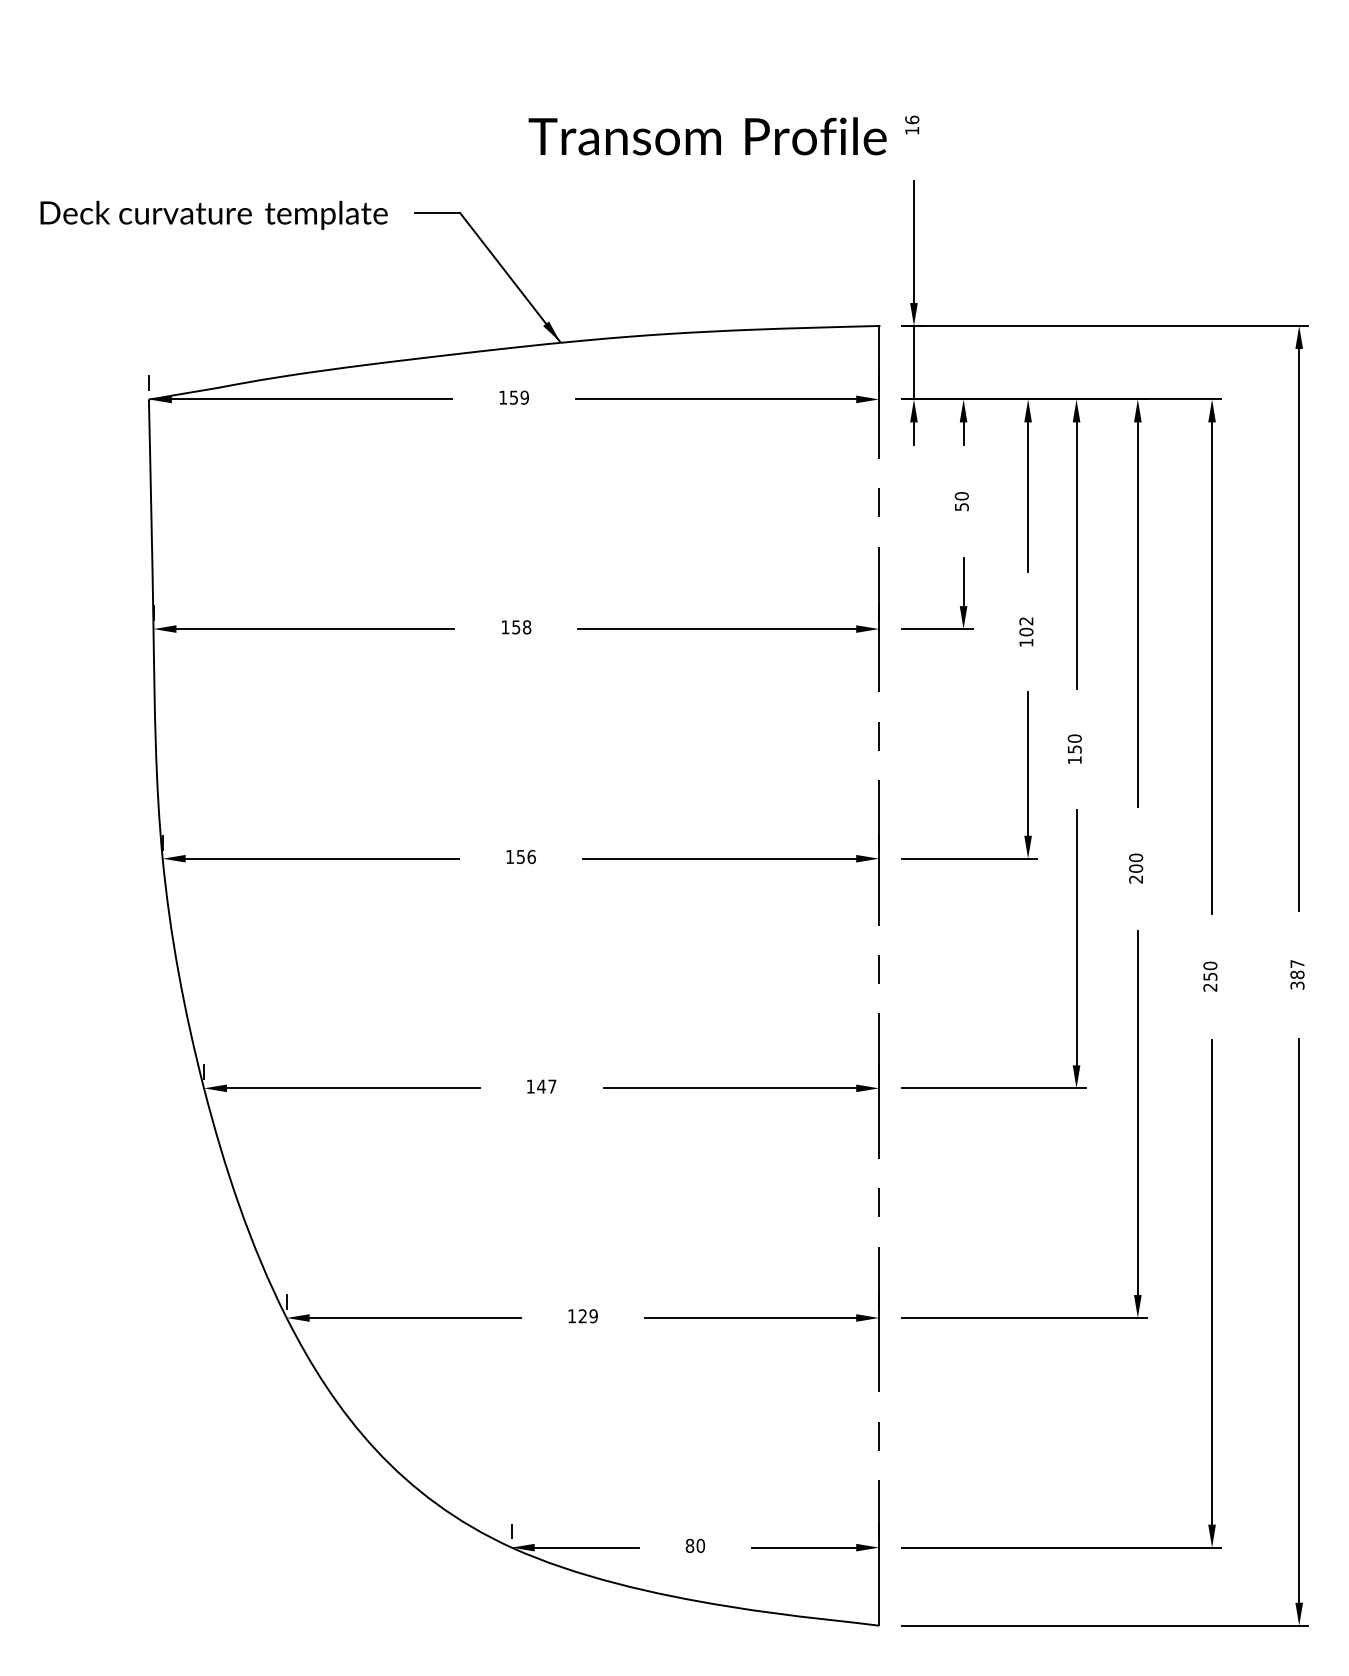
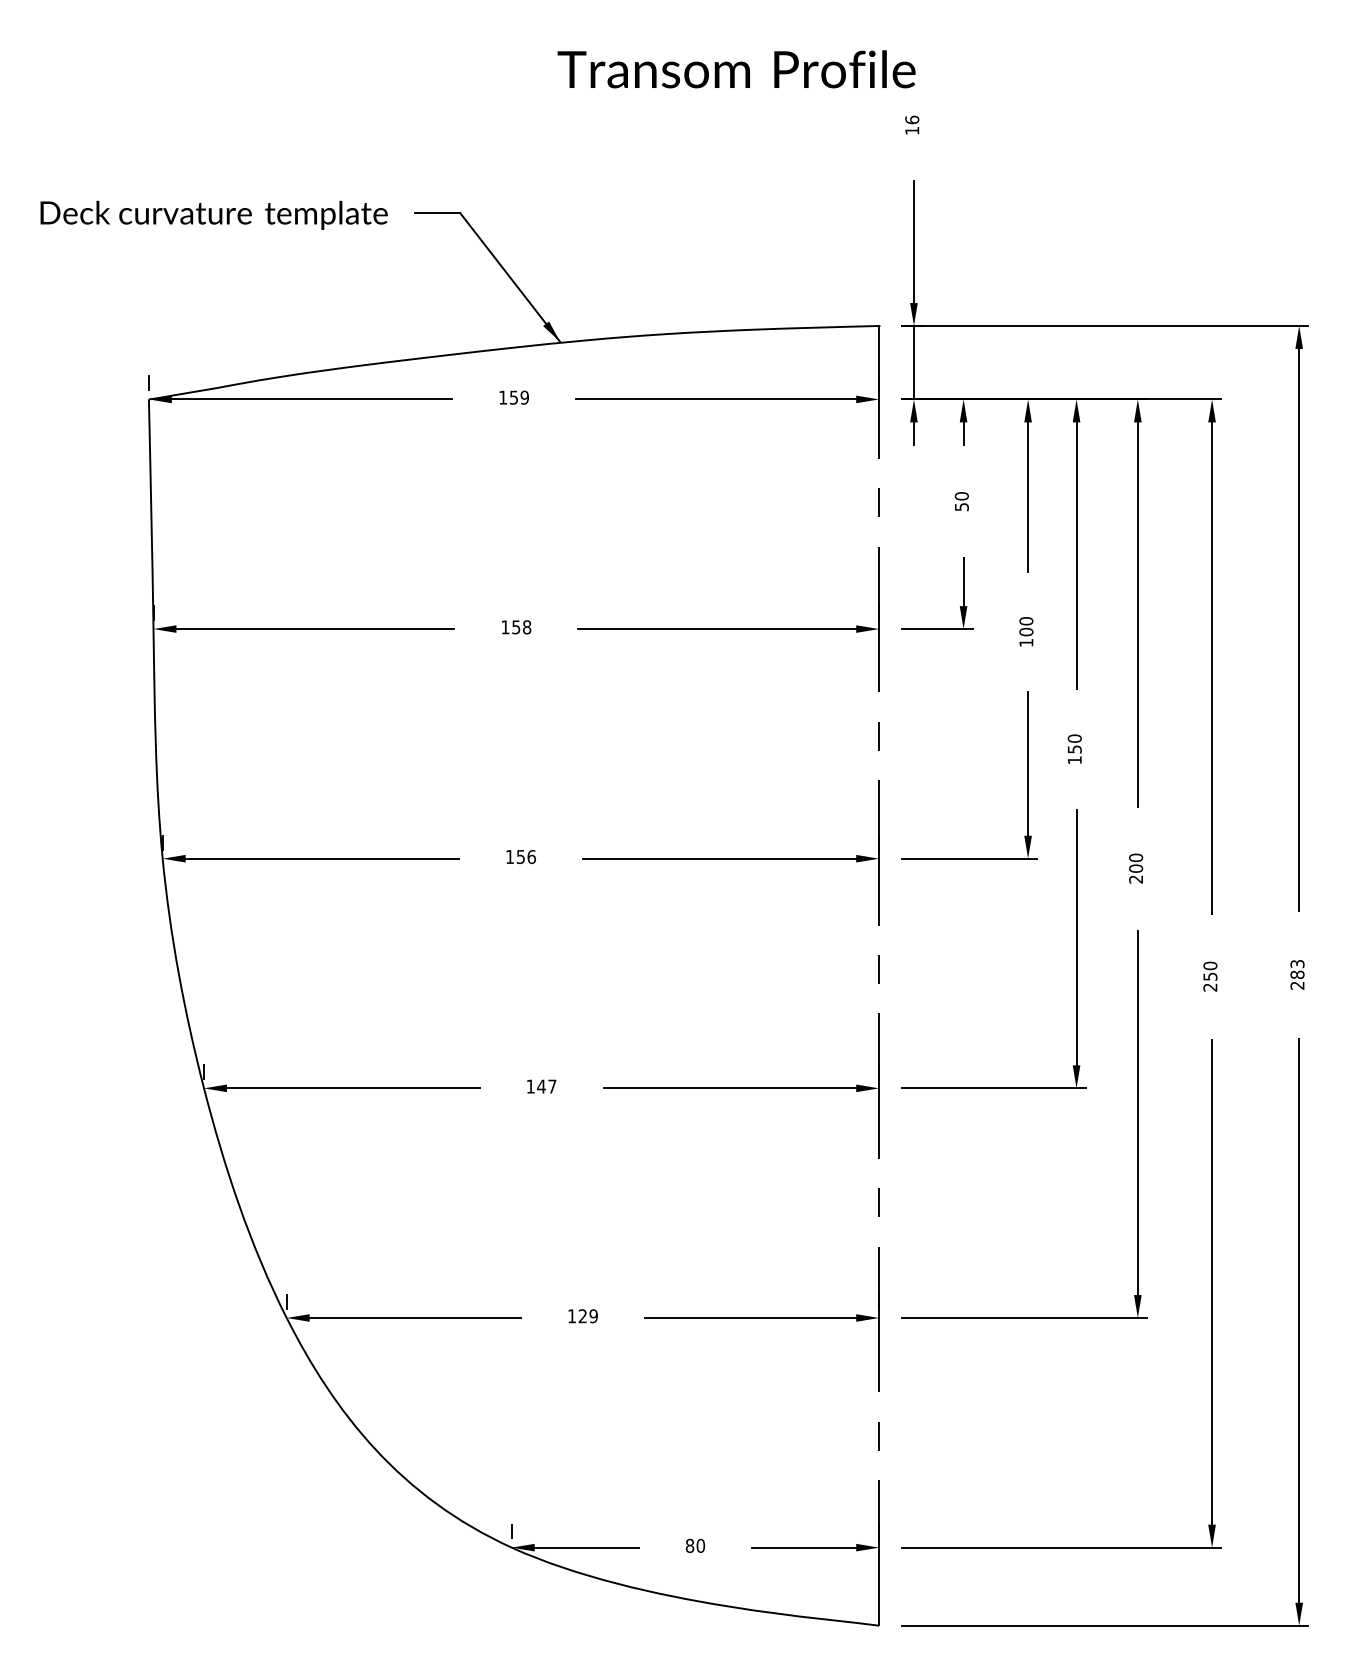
text at (707, 136) position: (707, 136) -> (736, 69)
text at (1026, 621): 102 -> 100
text at (1297, 974): 387 -> 283
